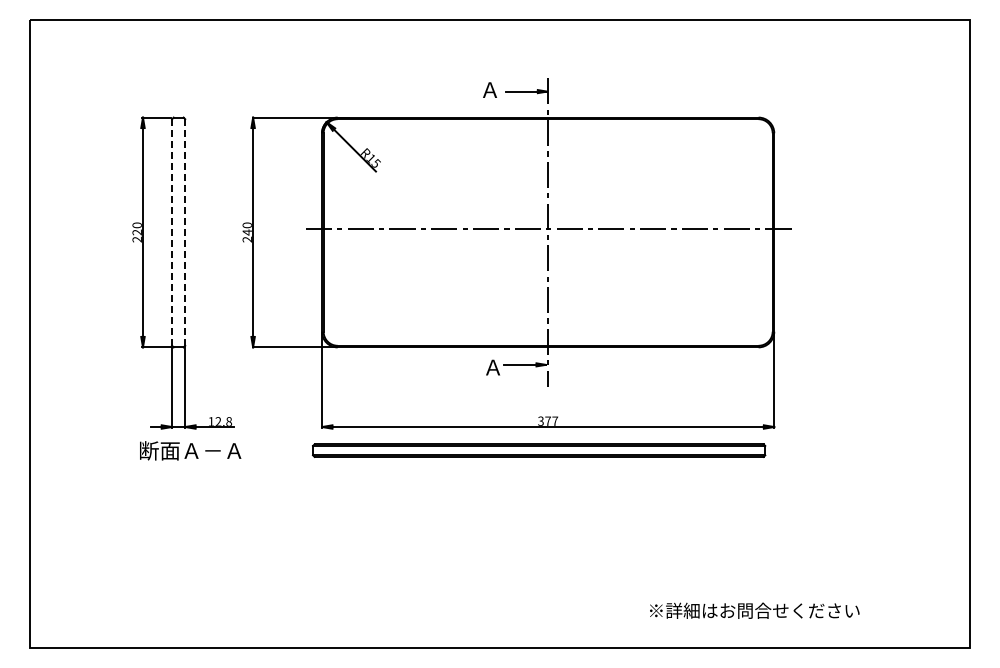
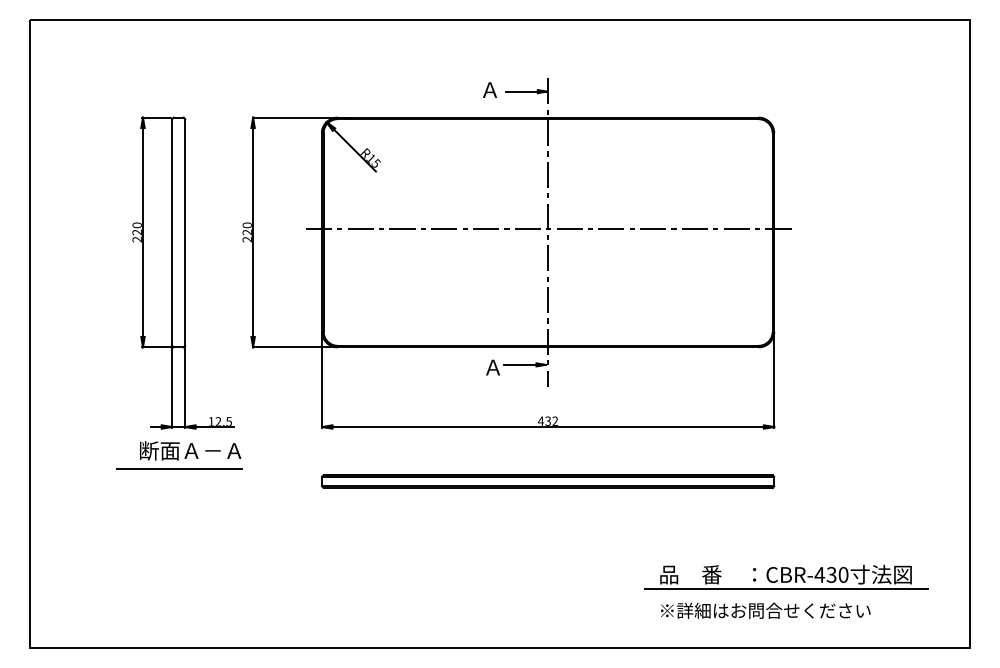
line at (172, 232): dashed -> solid
line at (185, 232): dashed -> solid
text at (246, 232): 240 -> 220
text at (547, 420): 377 -> 432
text at (229, 421): 12.8 -> 12.5
part at (539, 450) position: (539, 450) -> (548, 481)
line at (179, 469): none -> present
part at (786, 576): none -> present
text at (754, 610) position: (754, 610) -> (765, 610)
